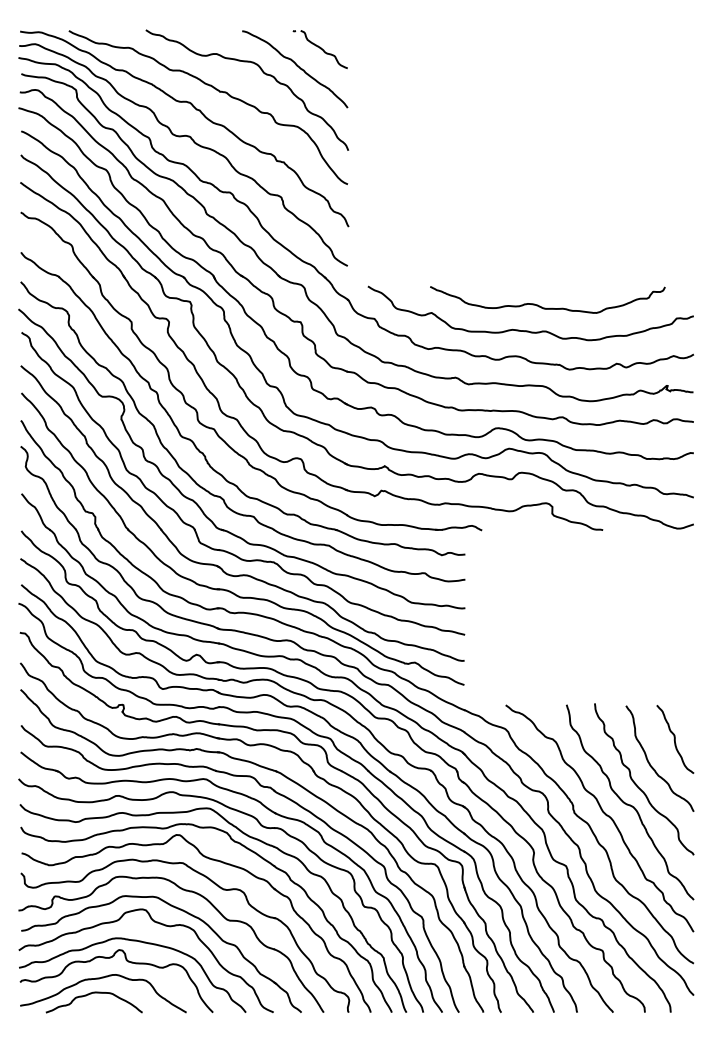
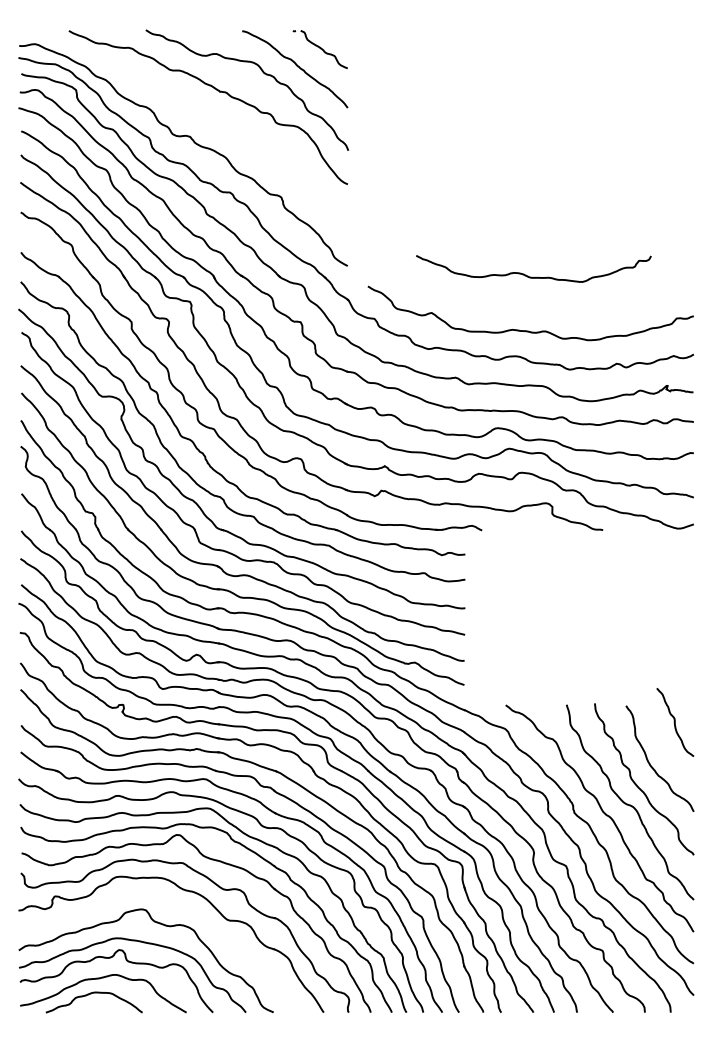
curve at (196, 110): present -> none
curve at (545, 307) position: (545, 307) -> (531, 276)
curve at (675, 739) position: (675, 739) -> (675, 722)
part at (177, 909): present -> none
